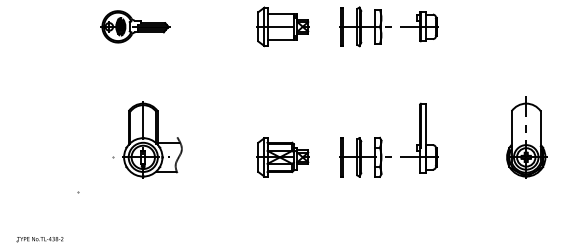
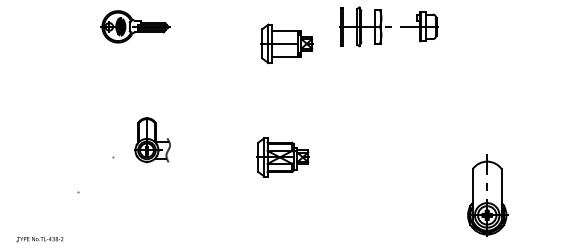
part at (282, 26) position: (282, 26) -> (286, 43)
part at (526, 137) position: (526, 137) -> (487, 195)
part at (152, 139) size: 61x78 px -> 37x47 px
part at (382, 140): present -> none
